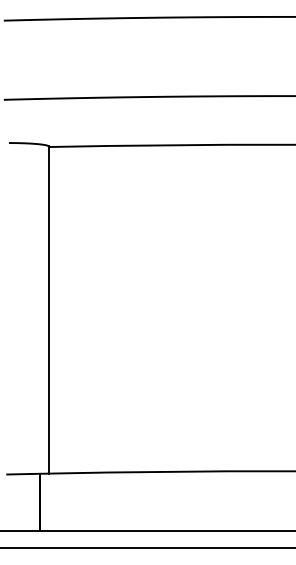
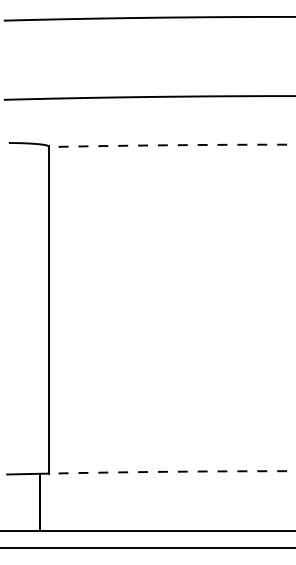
line at (171, 145): solid -> dashed
line at (171, 471): solid -> dashed
